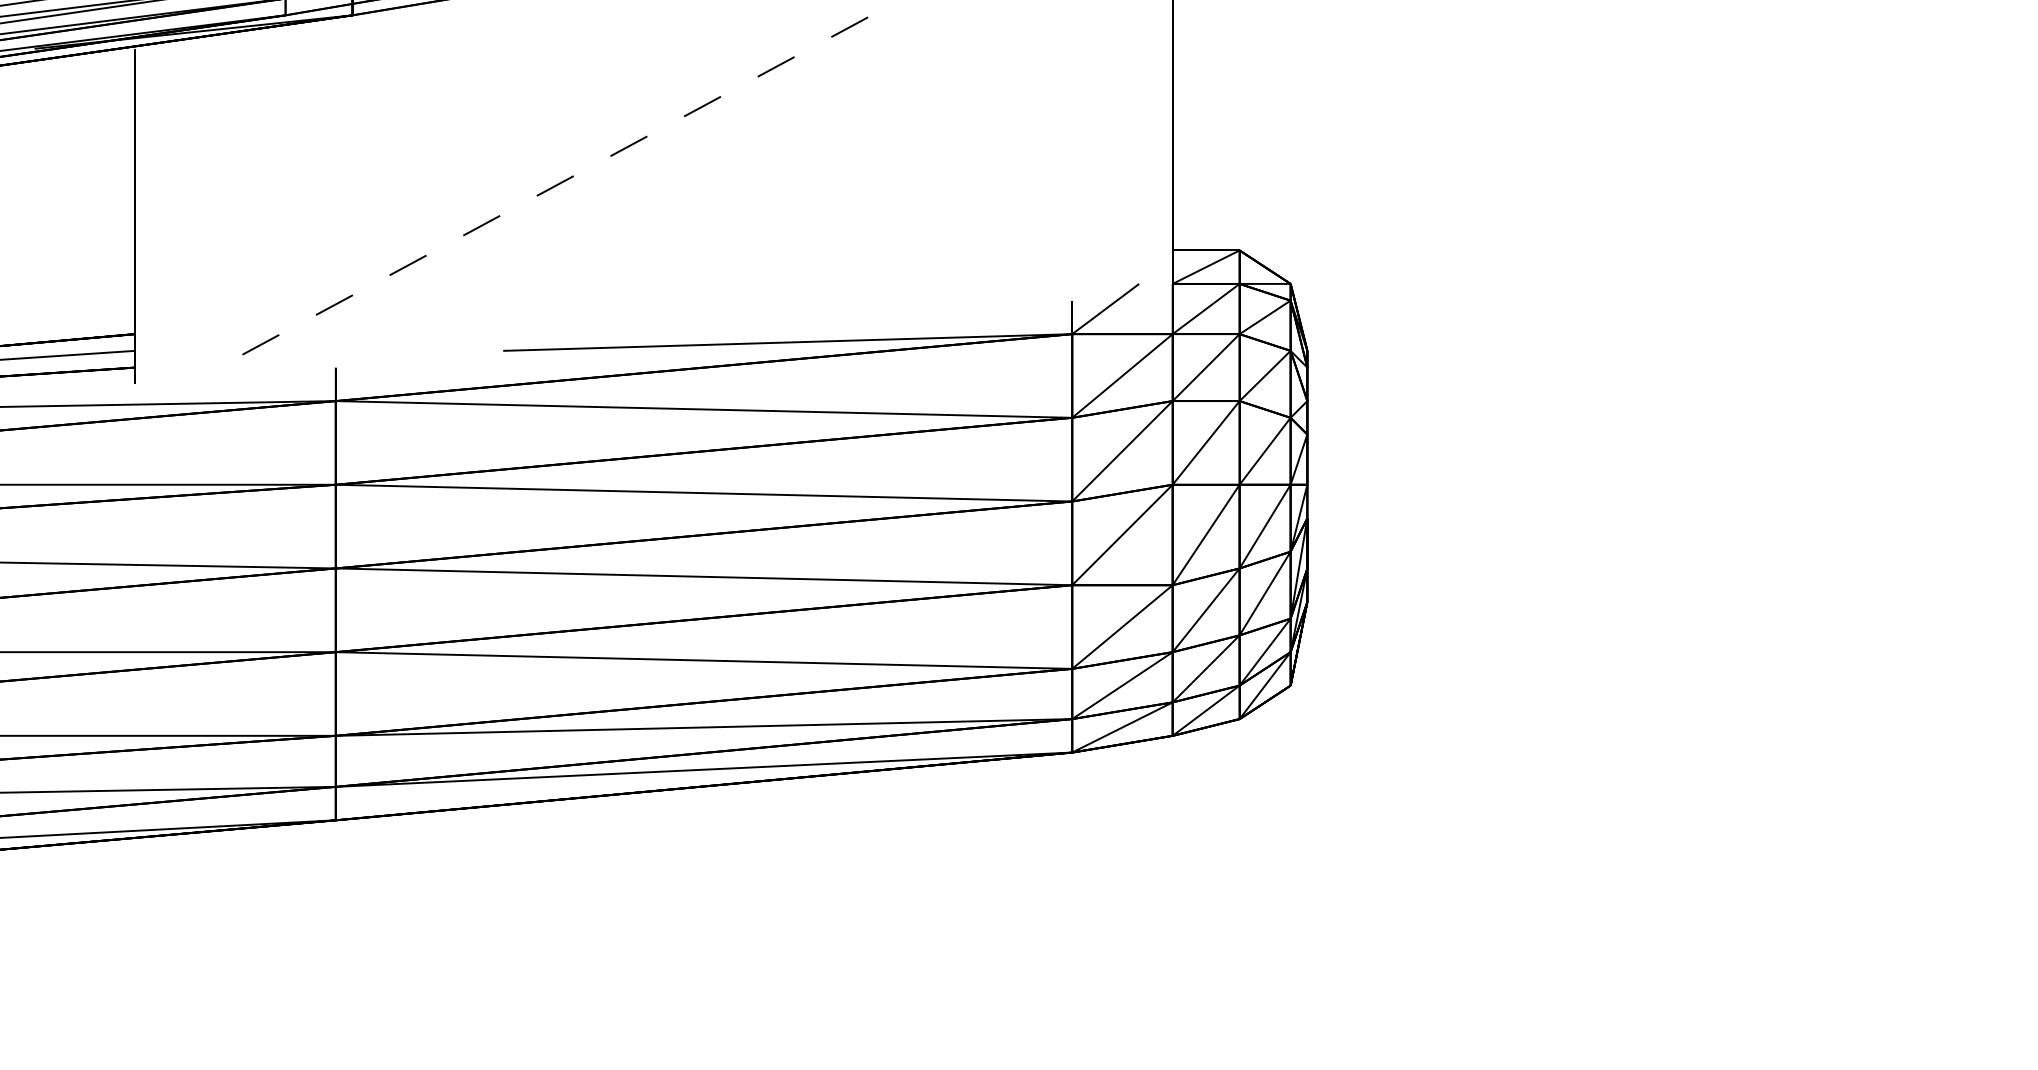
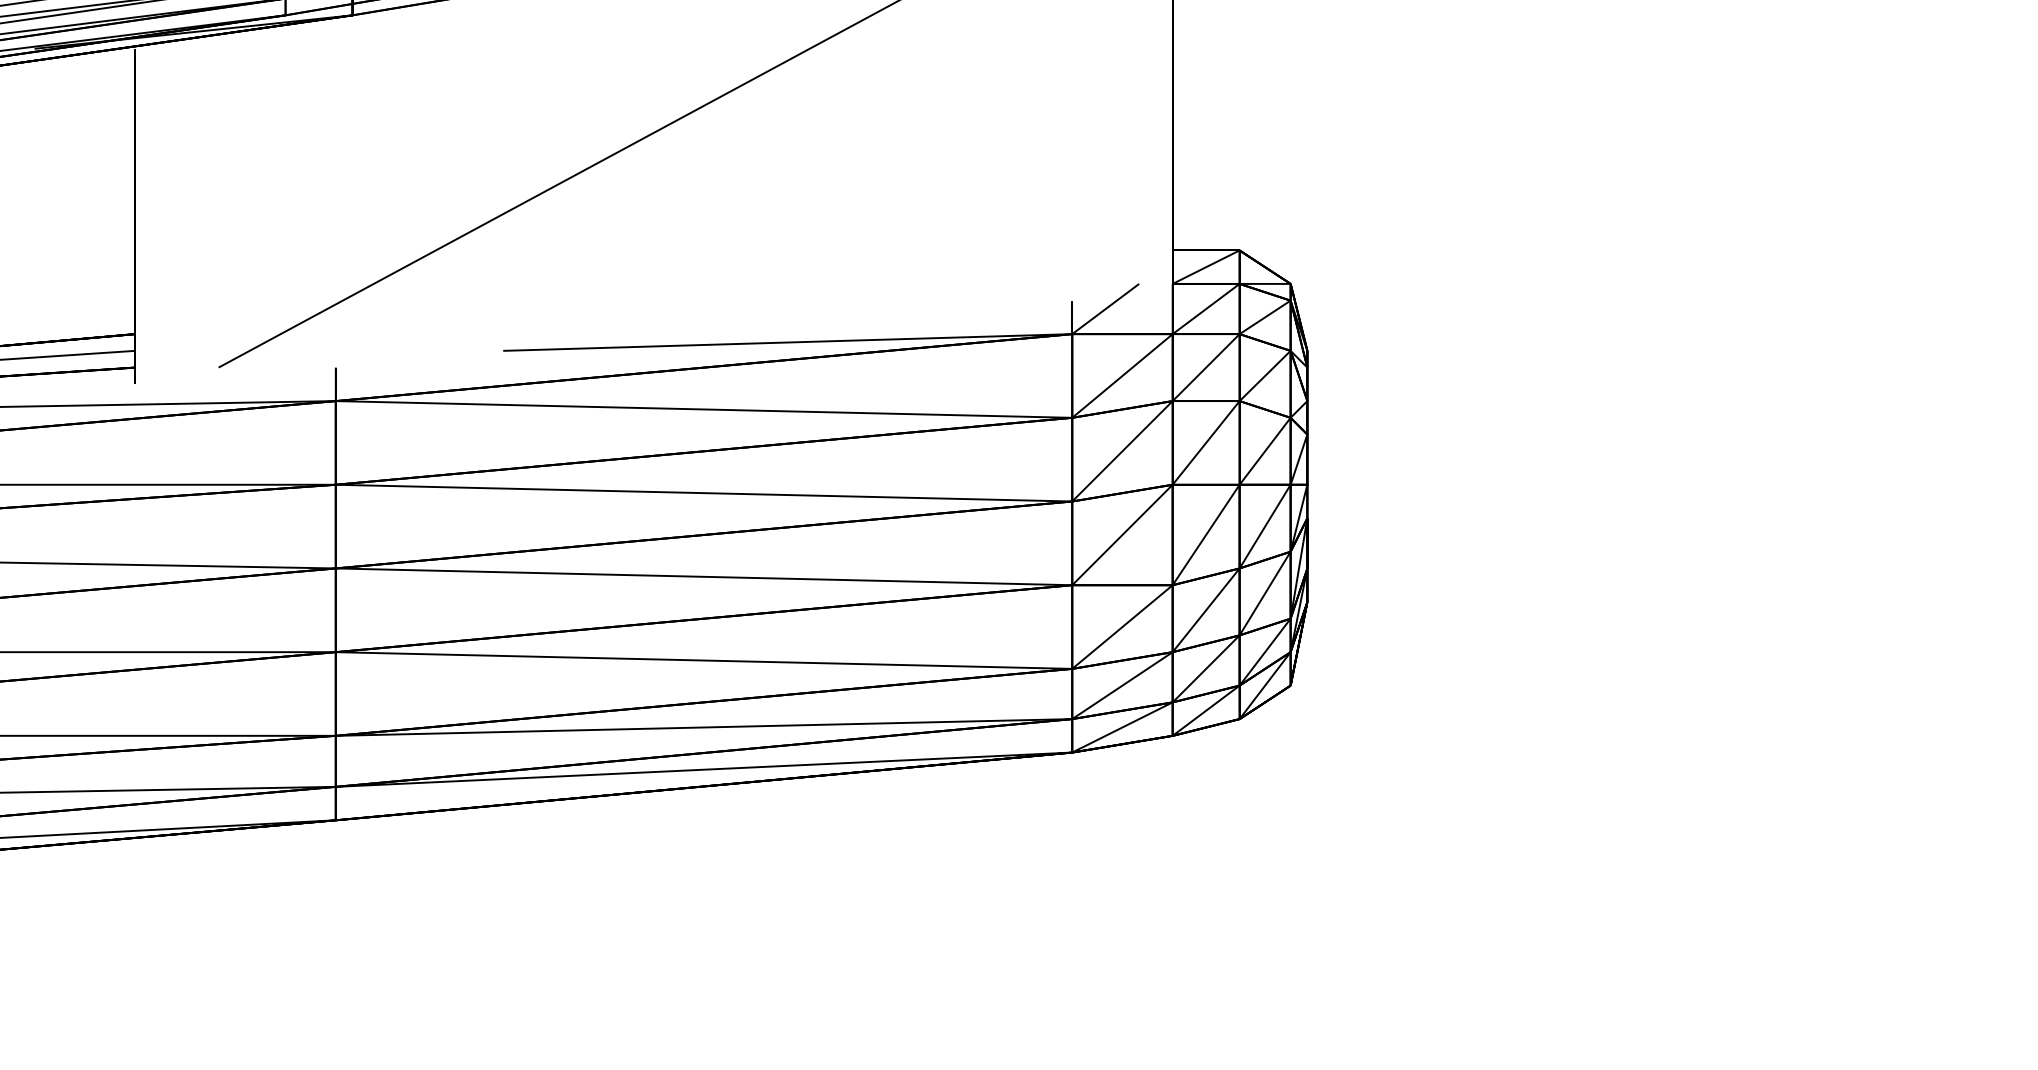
line at (559, 183): dashed -> solid
